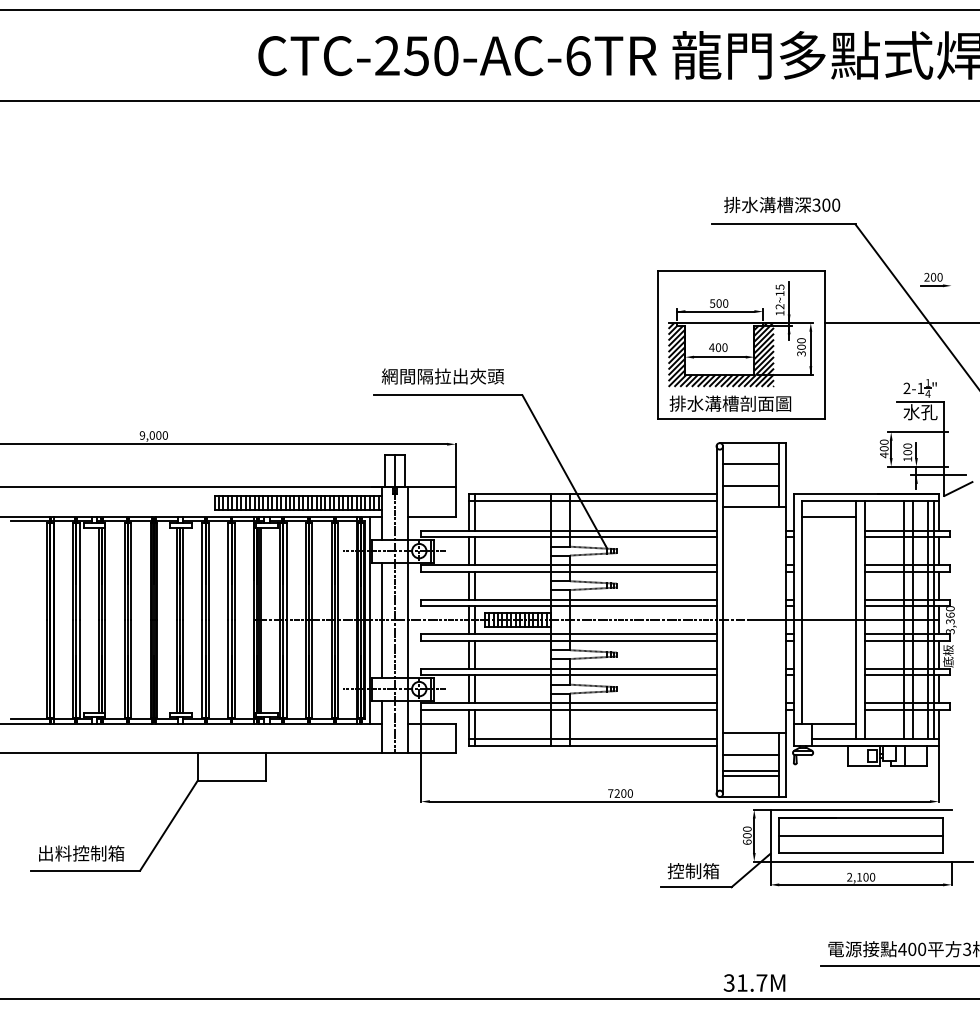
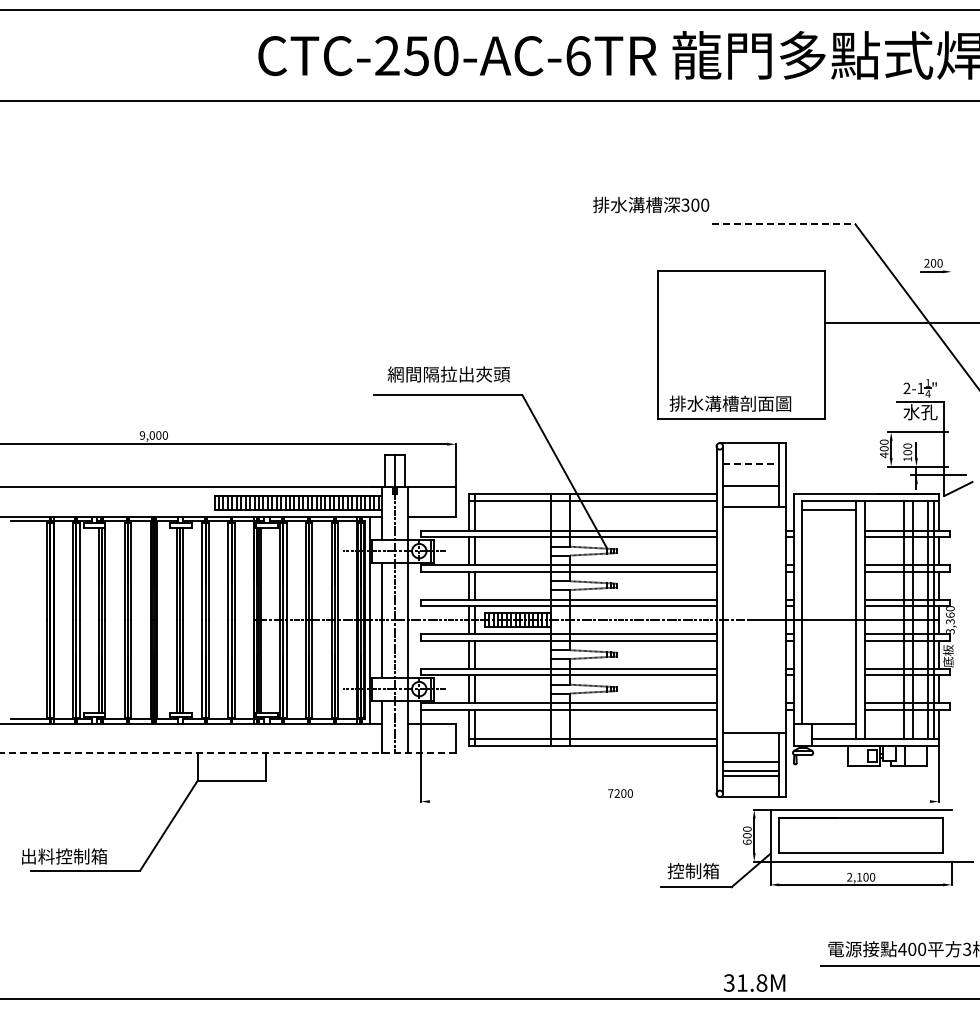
text at (782, 204) position: (782, 204) -> (651, 204)
line at (783, 224): solid -> dashed
part at (935, 280) position: (935, 280) -> (935, 266)
part at (740, 334): present -> none
text at (442, 376) position: (442, 376) -> (448, 374)
line at (751, 464): solid -> dashed
line at (828, 516) position: (828, 516) -> (828, 509)
line at (228, 752): solid -> dashed
line at (751, 754) position: (751, 754) -> (751, 761)
line at (679, 801): present -> none
line at (861, 835): present -> none
text at (81, 853) position: (81, 853) -> (64, 856)
text at (761, 982): 31.7M -> 31.8M
